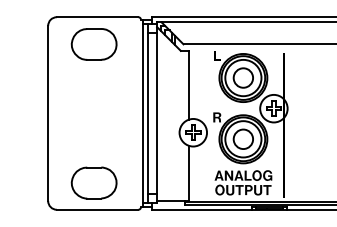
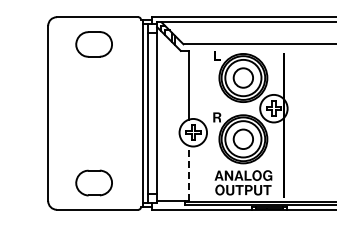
part at (93, 44) size: 48x33 px -> 38x27 px
line at (189, 173): solid -> dashed
part at (93, 182) size: 48x34 px -> 38x28 px
